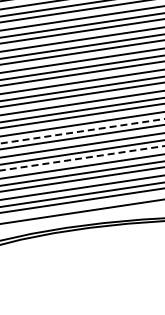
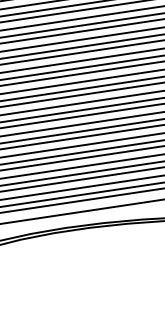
line at (82, 131): dashed -> solid
line at (82, 158): dashed -> solid
